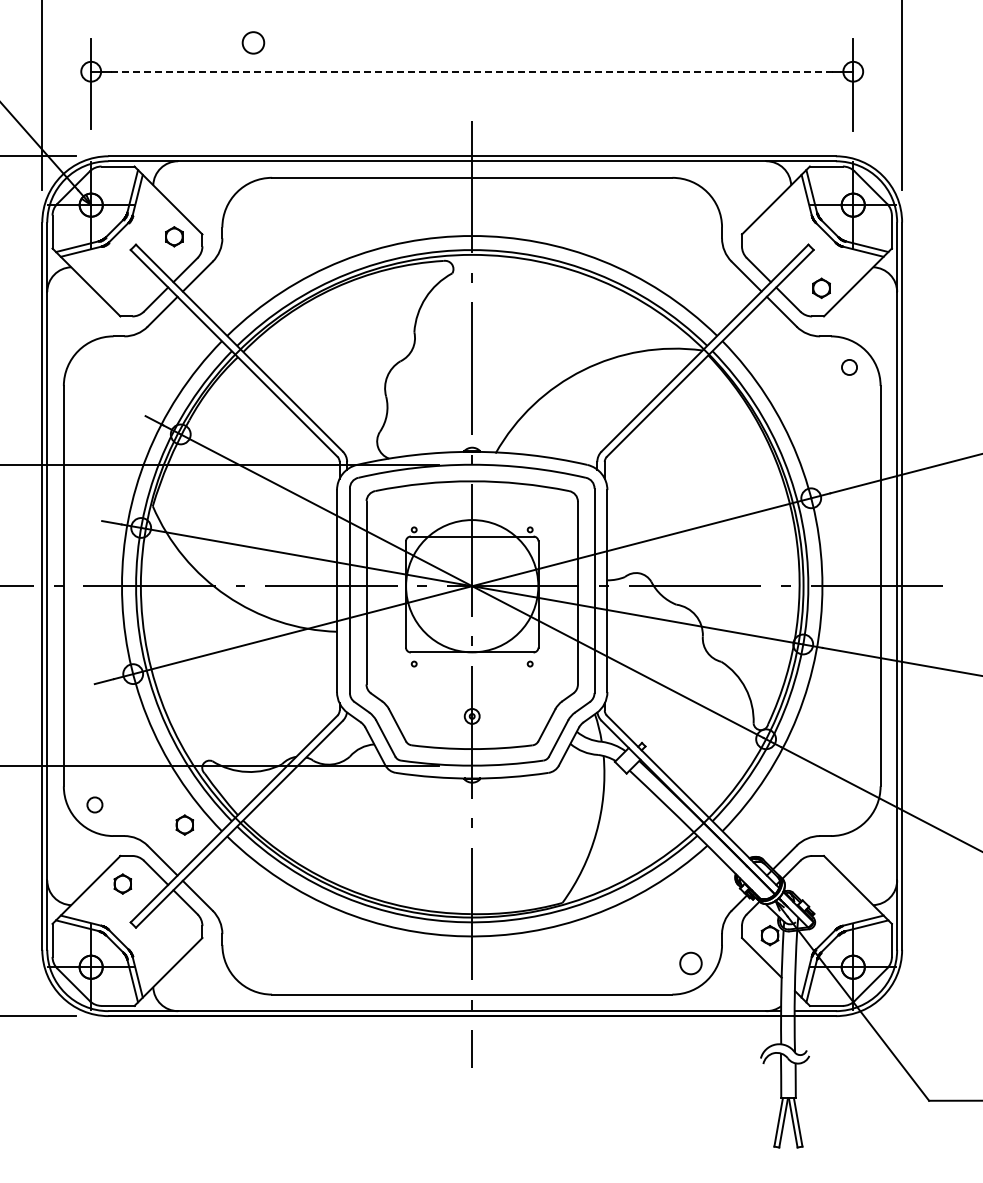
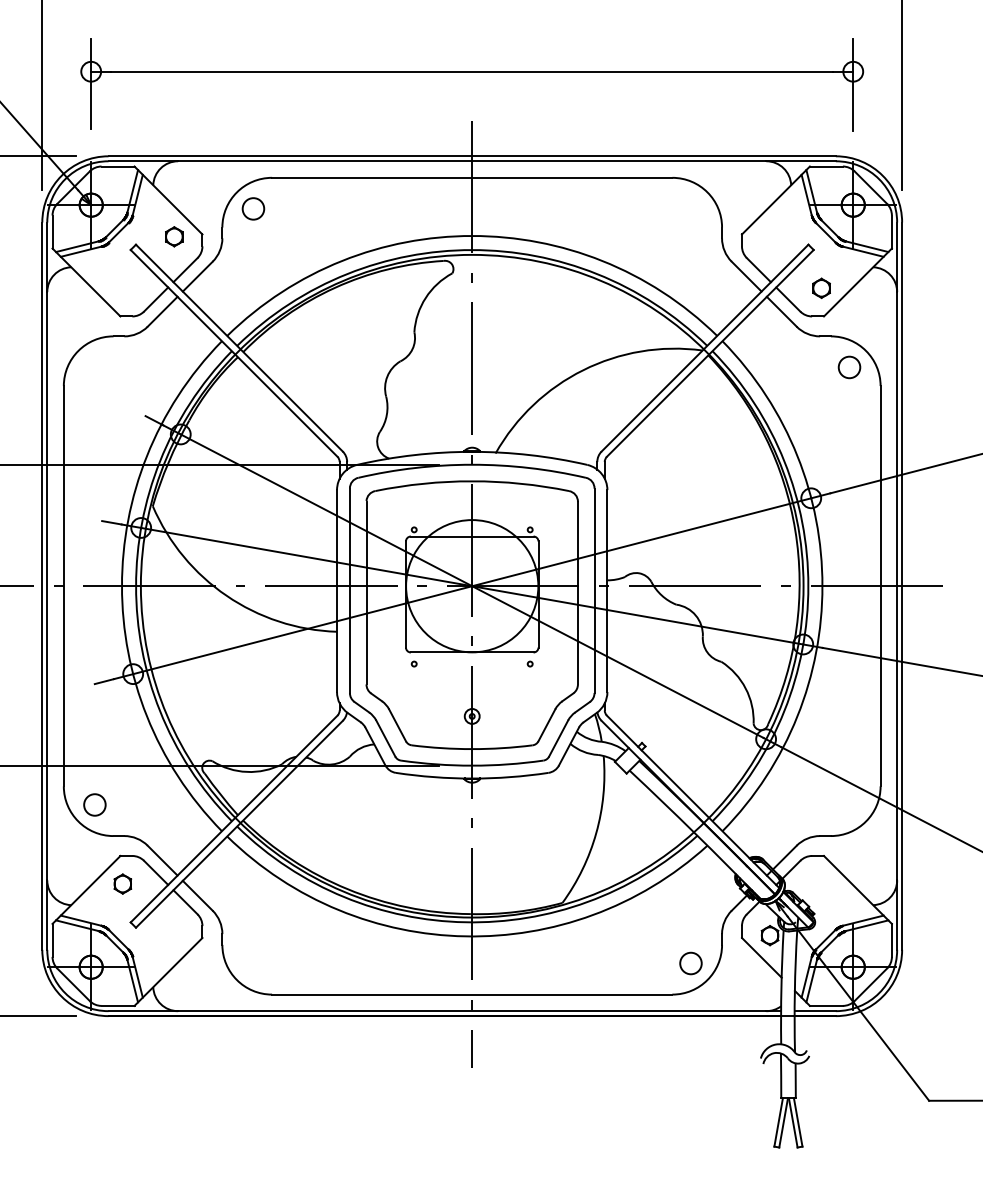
circle at (253, 42) position: (253, 42) -> (253, 208)
line at (472, 71): dashed -> solid
circle at (849, 367) size: 17x17 px -> 25x25 px
circle at (94, 804) size: 18x18 px -> 24x24 px
part at (184, 824): present -> none
